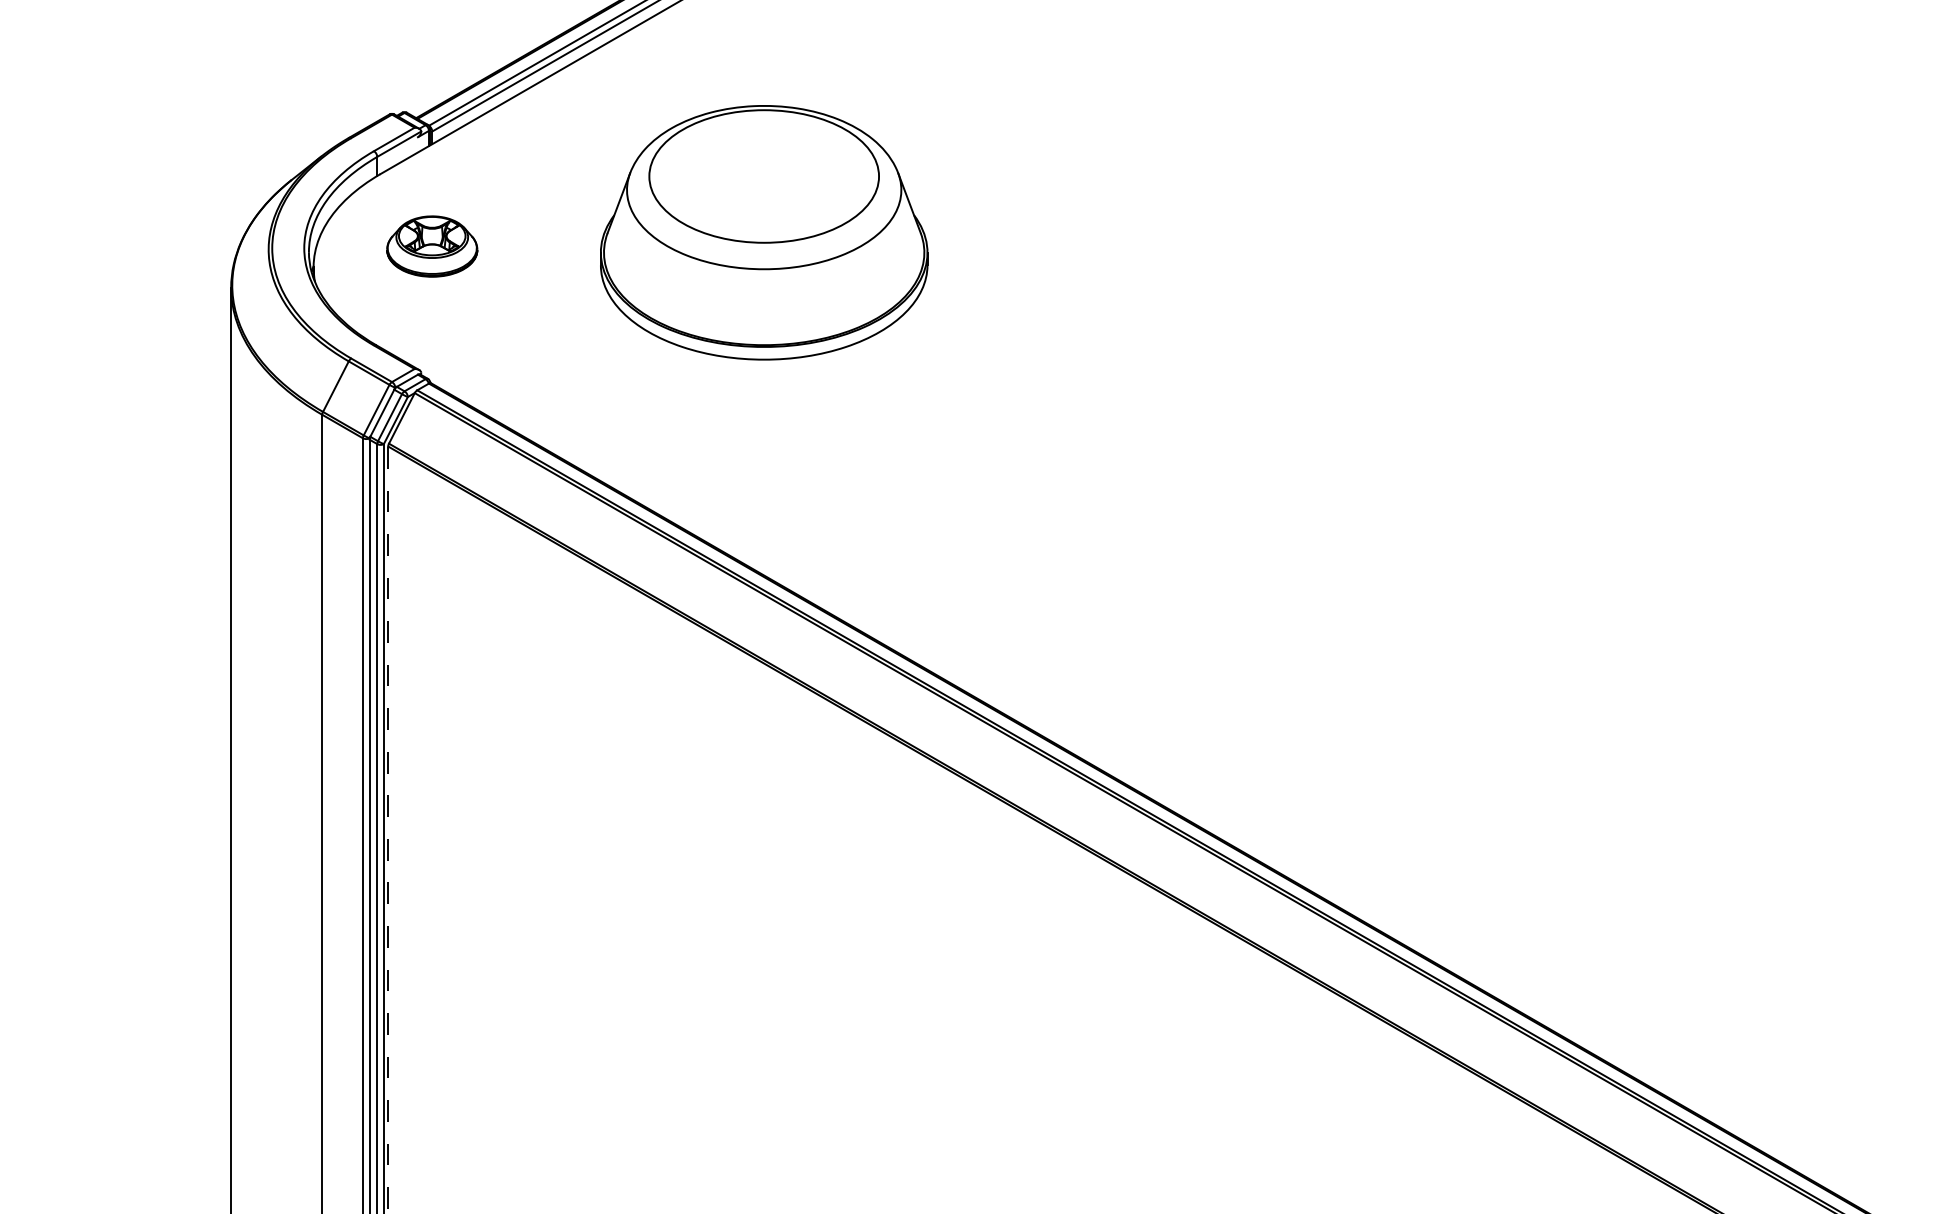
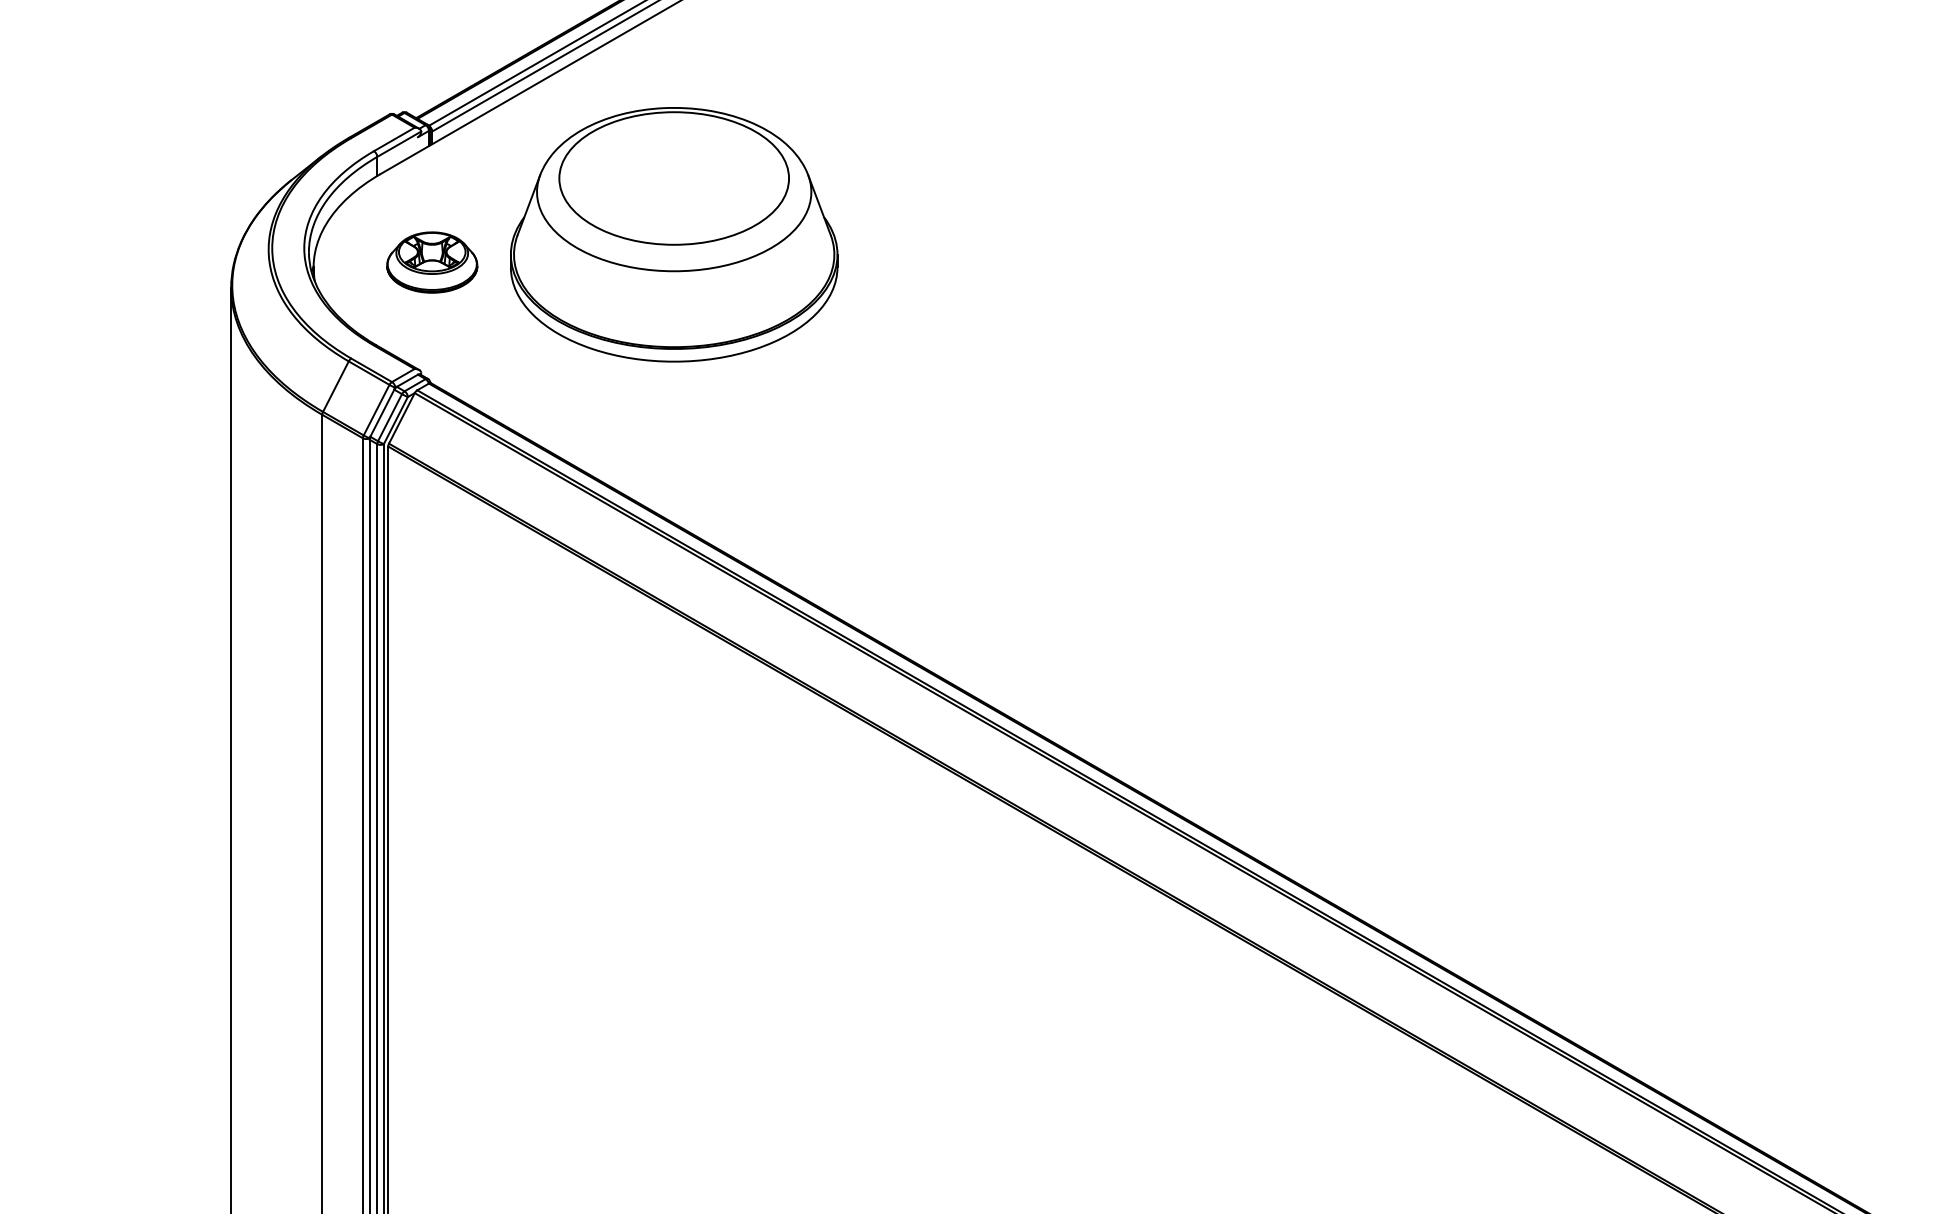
part at (764, 232) position: (764, 232) -> (674, 234)
part at (432, 246) position: (432, 246) -> (432, 262)
line at (388, 829): dashed -> solid
